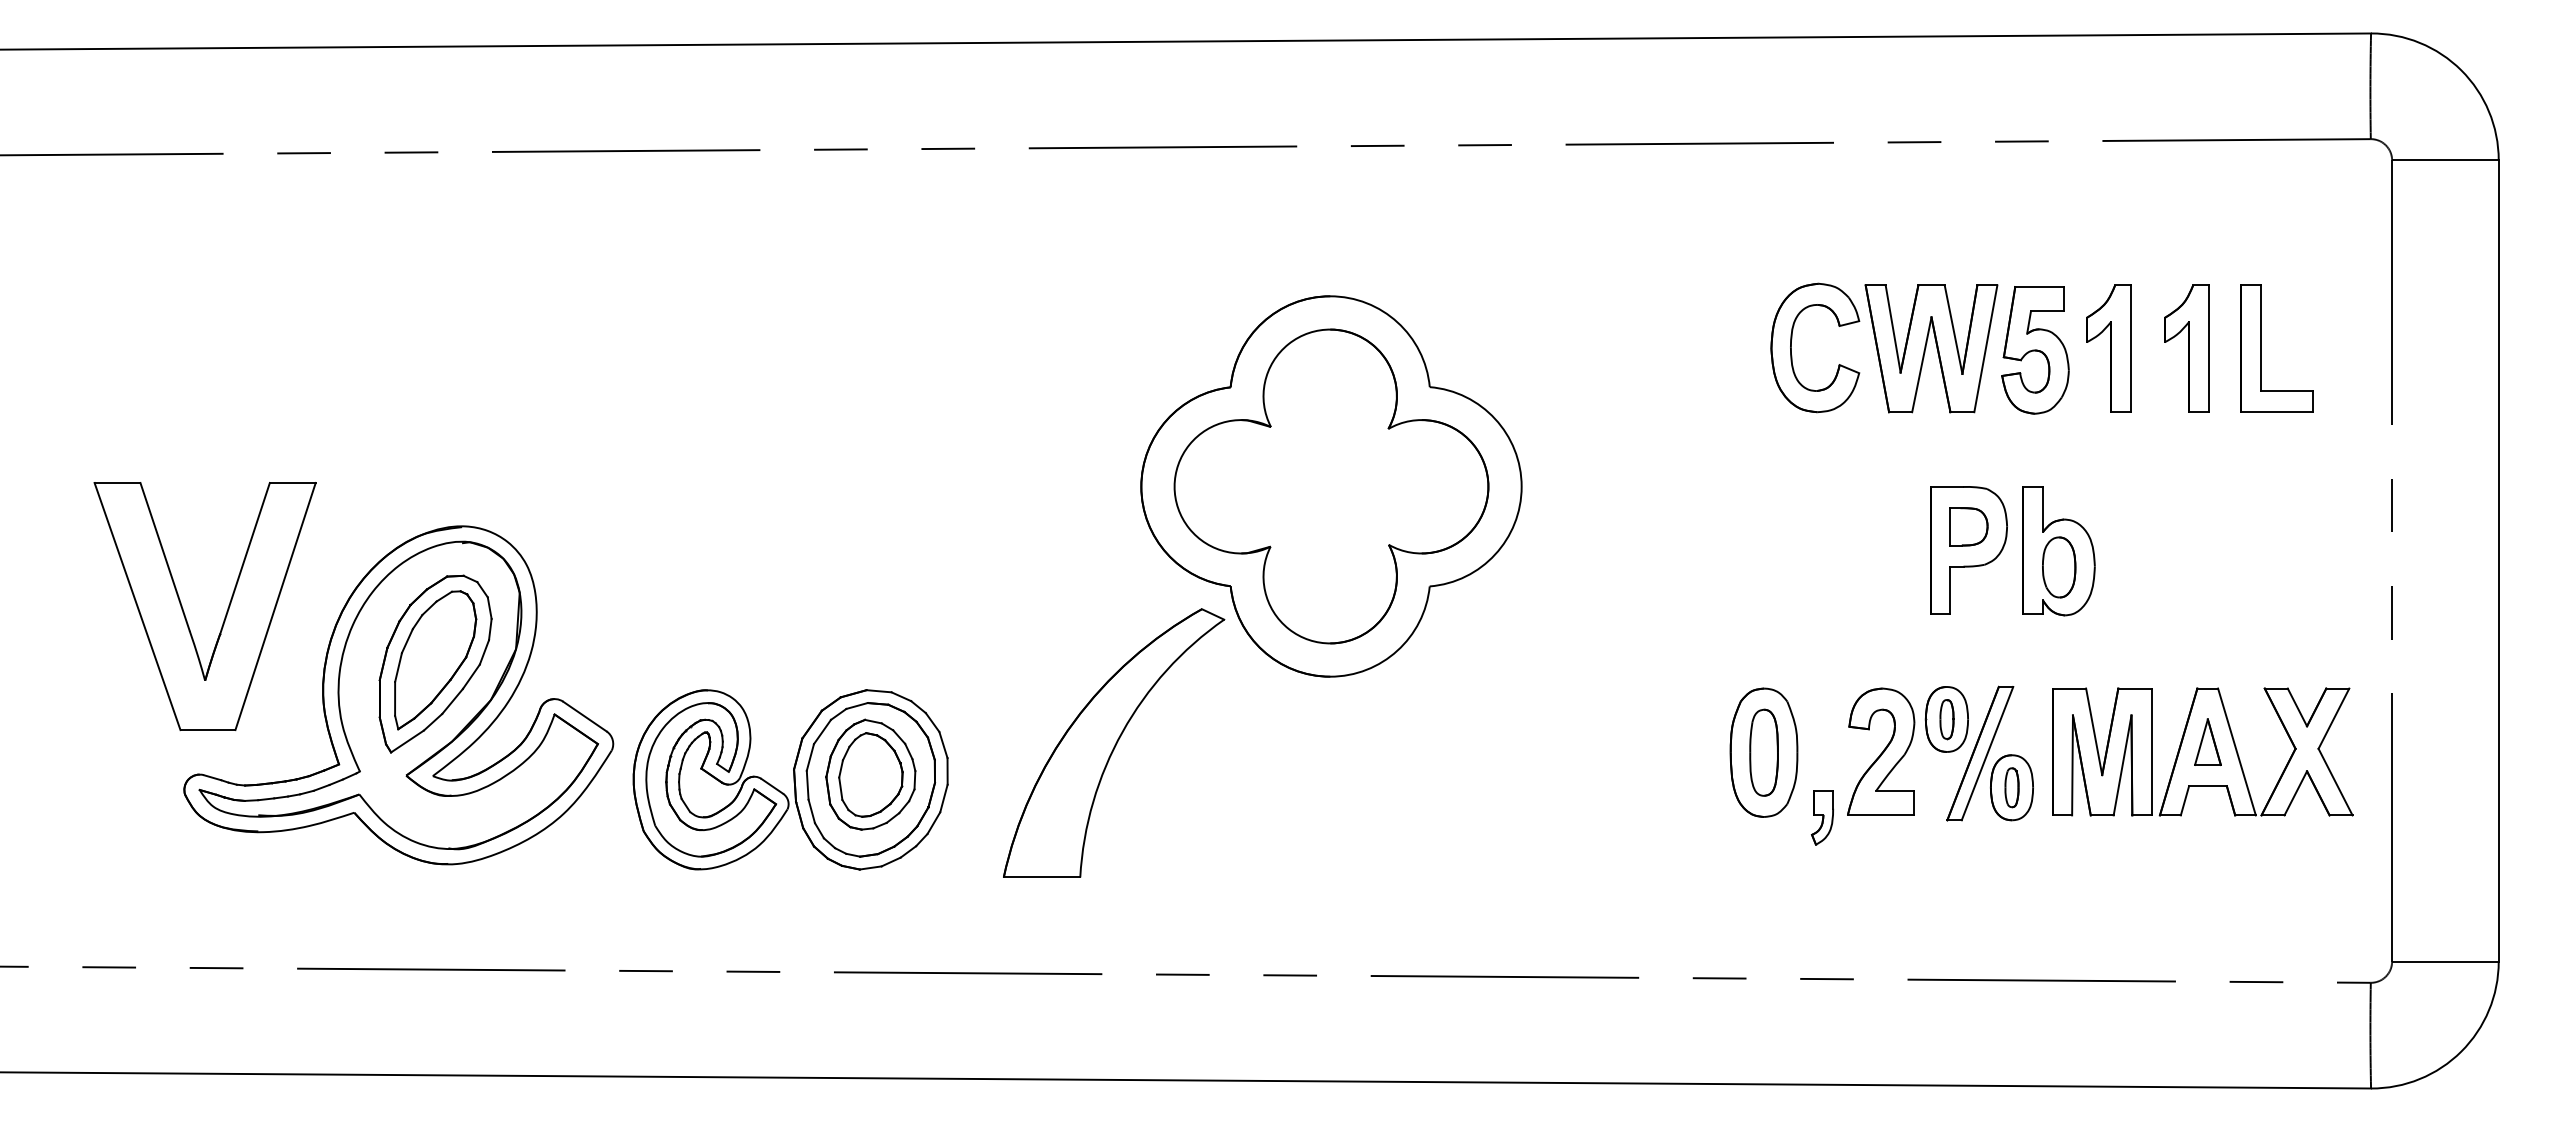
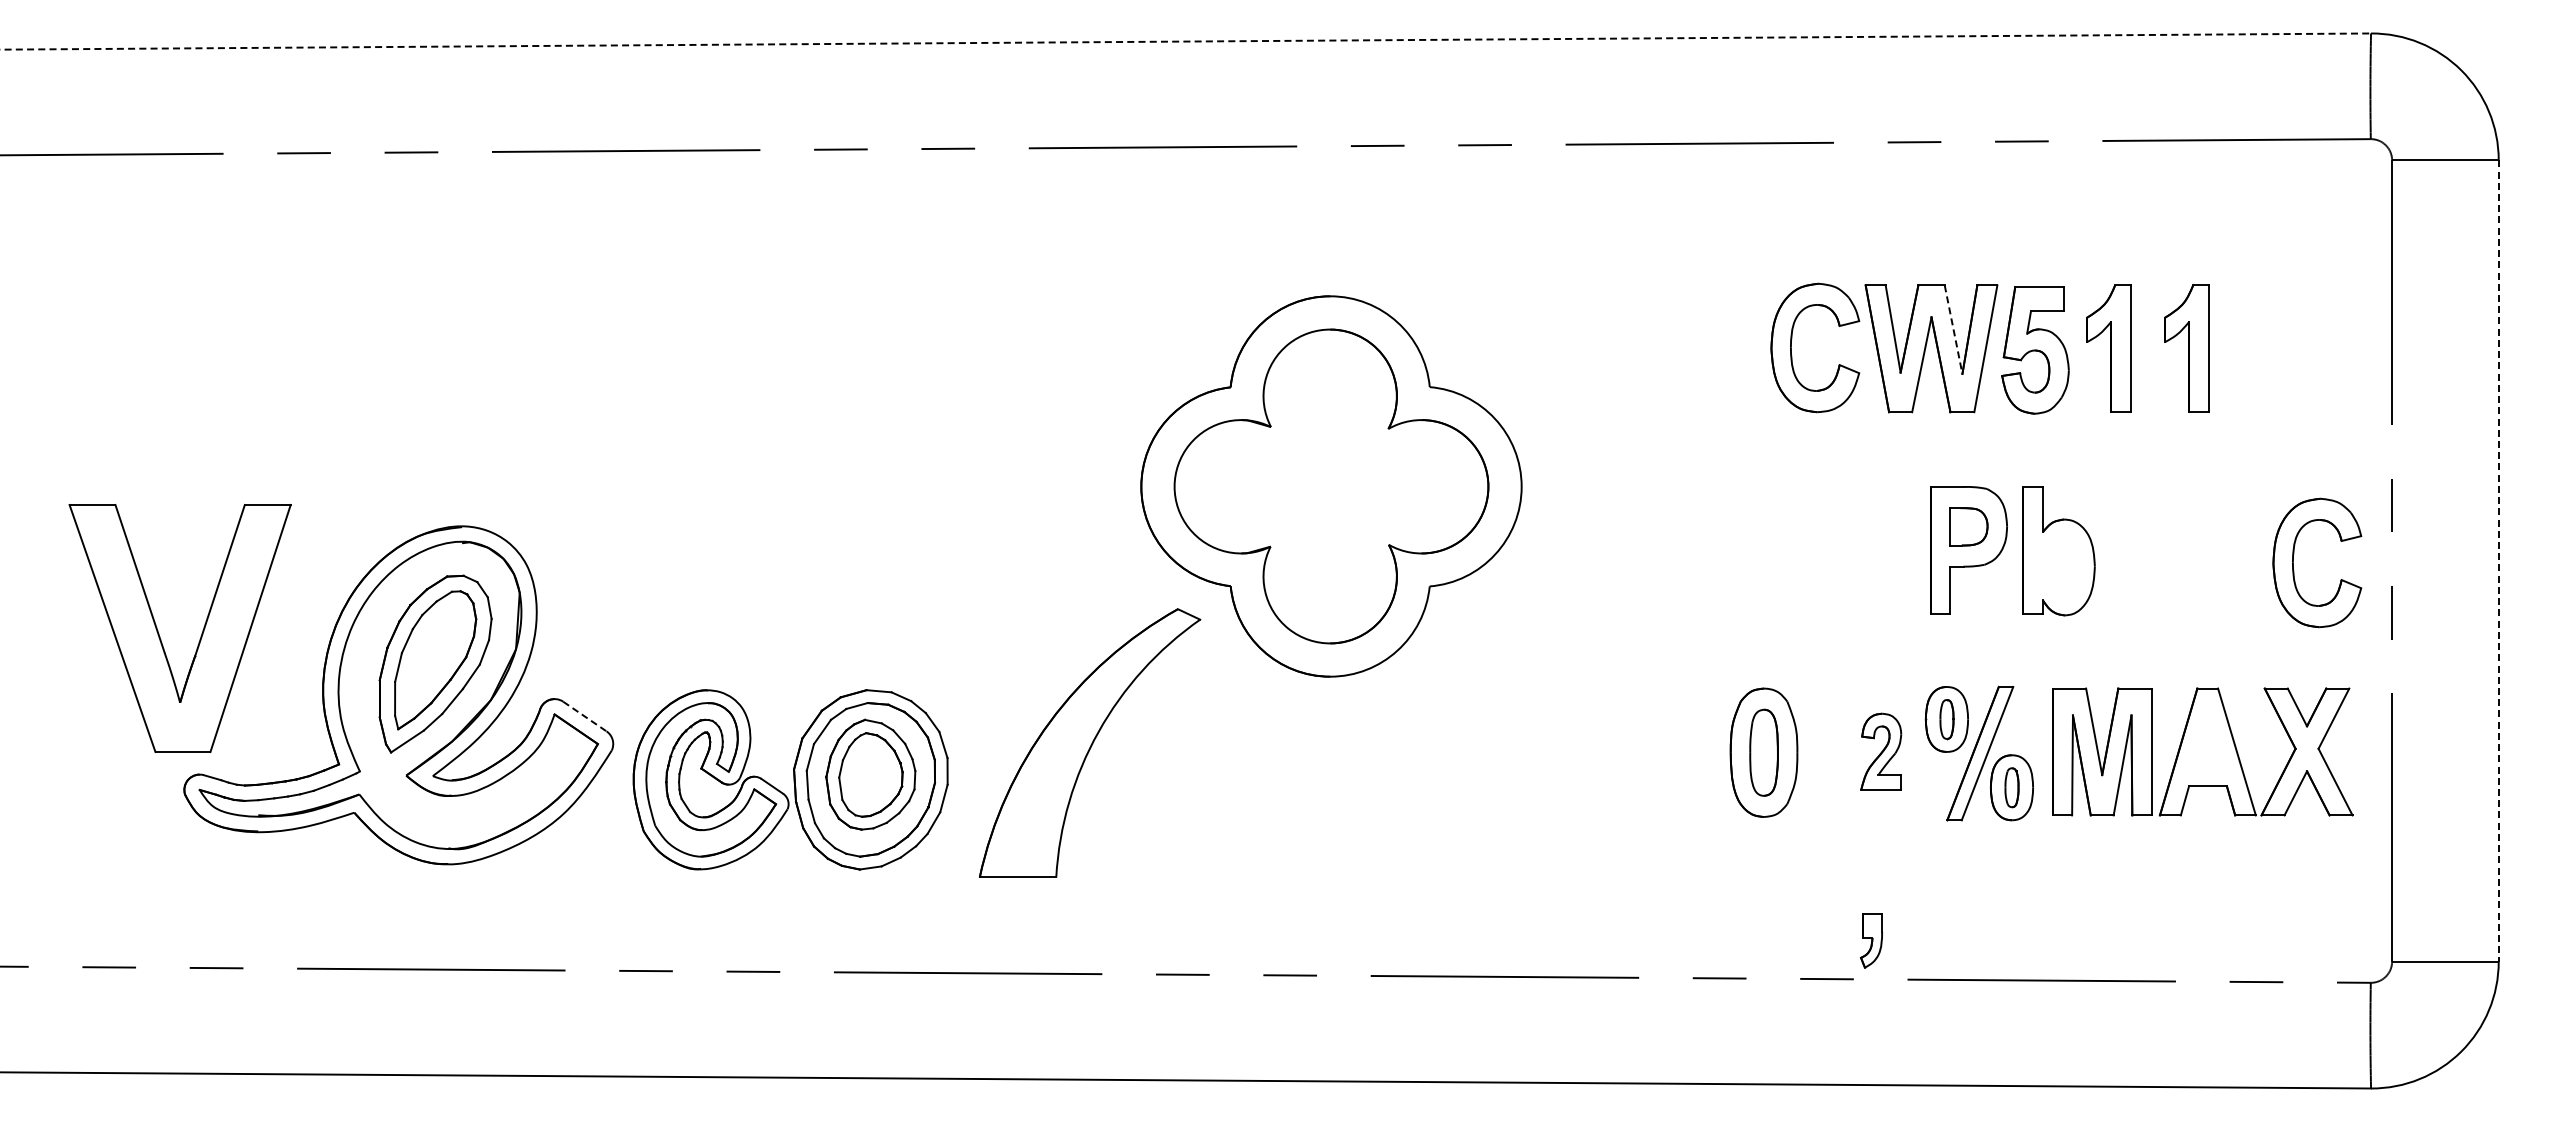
line at (1186, 41): solid -> dashed
line at (1953, 330): solid -> dashed
part at (2261, 348): present -> none
line at (2498, 560): solid -> dashed
part at (2293, 562): none -> present
part at (2059, 567): present -> none
part at (184, 611) position: (184, 611) -> (159, 633)
line at (585, 716): solid -> dashed
part at (1114, 742) position: (1114, 742) -> (1090, 742)
part at (2207, 742): present -> none
part at (1881, 751) size: 69x129 px -> 43x79 px
part at (1822, 817) position: (1822, 817) -> (1871, 940)
